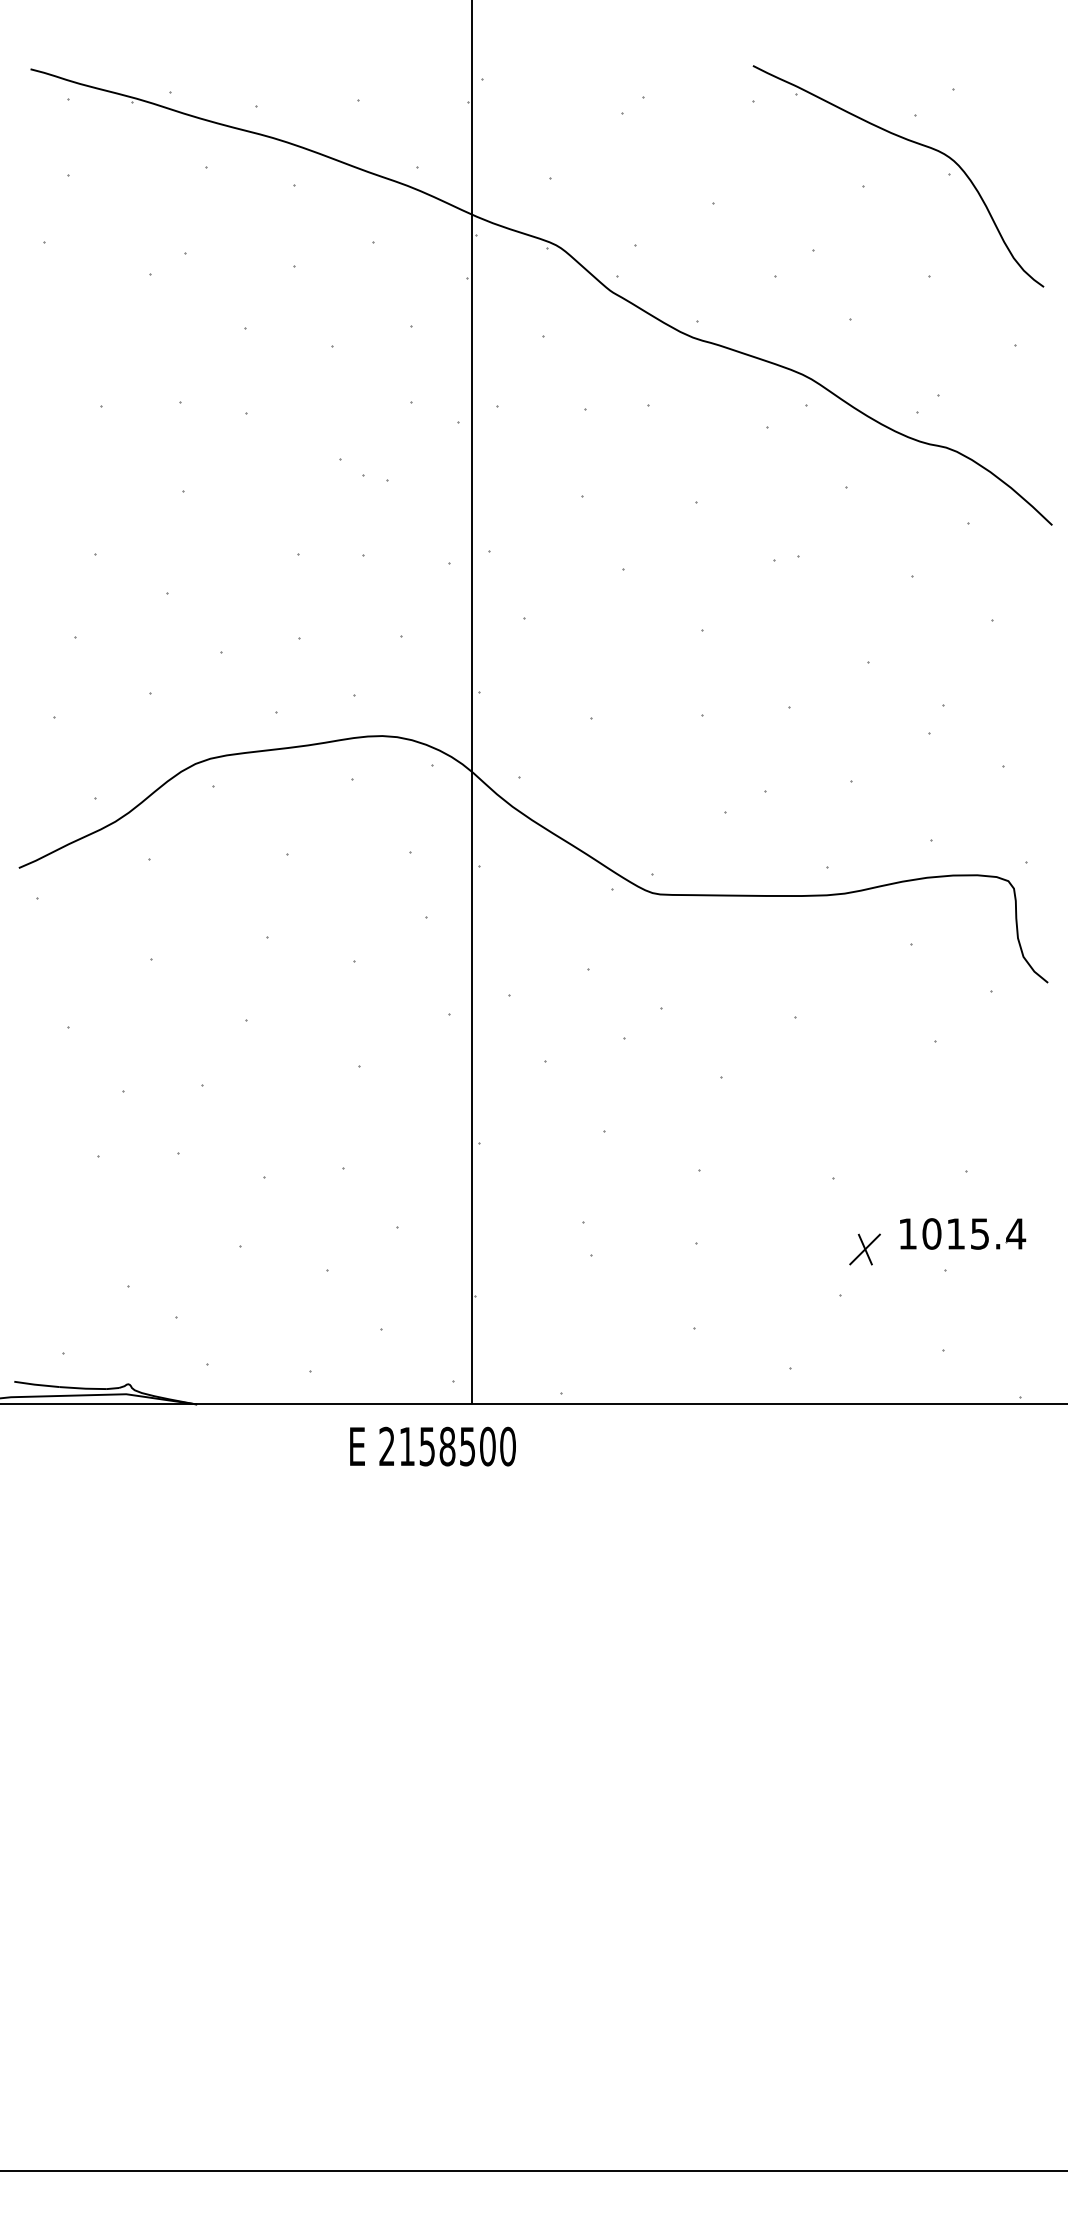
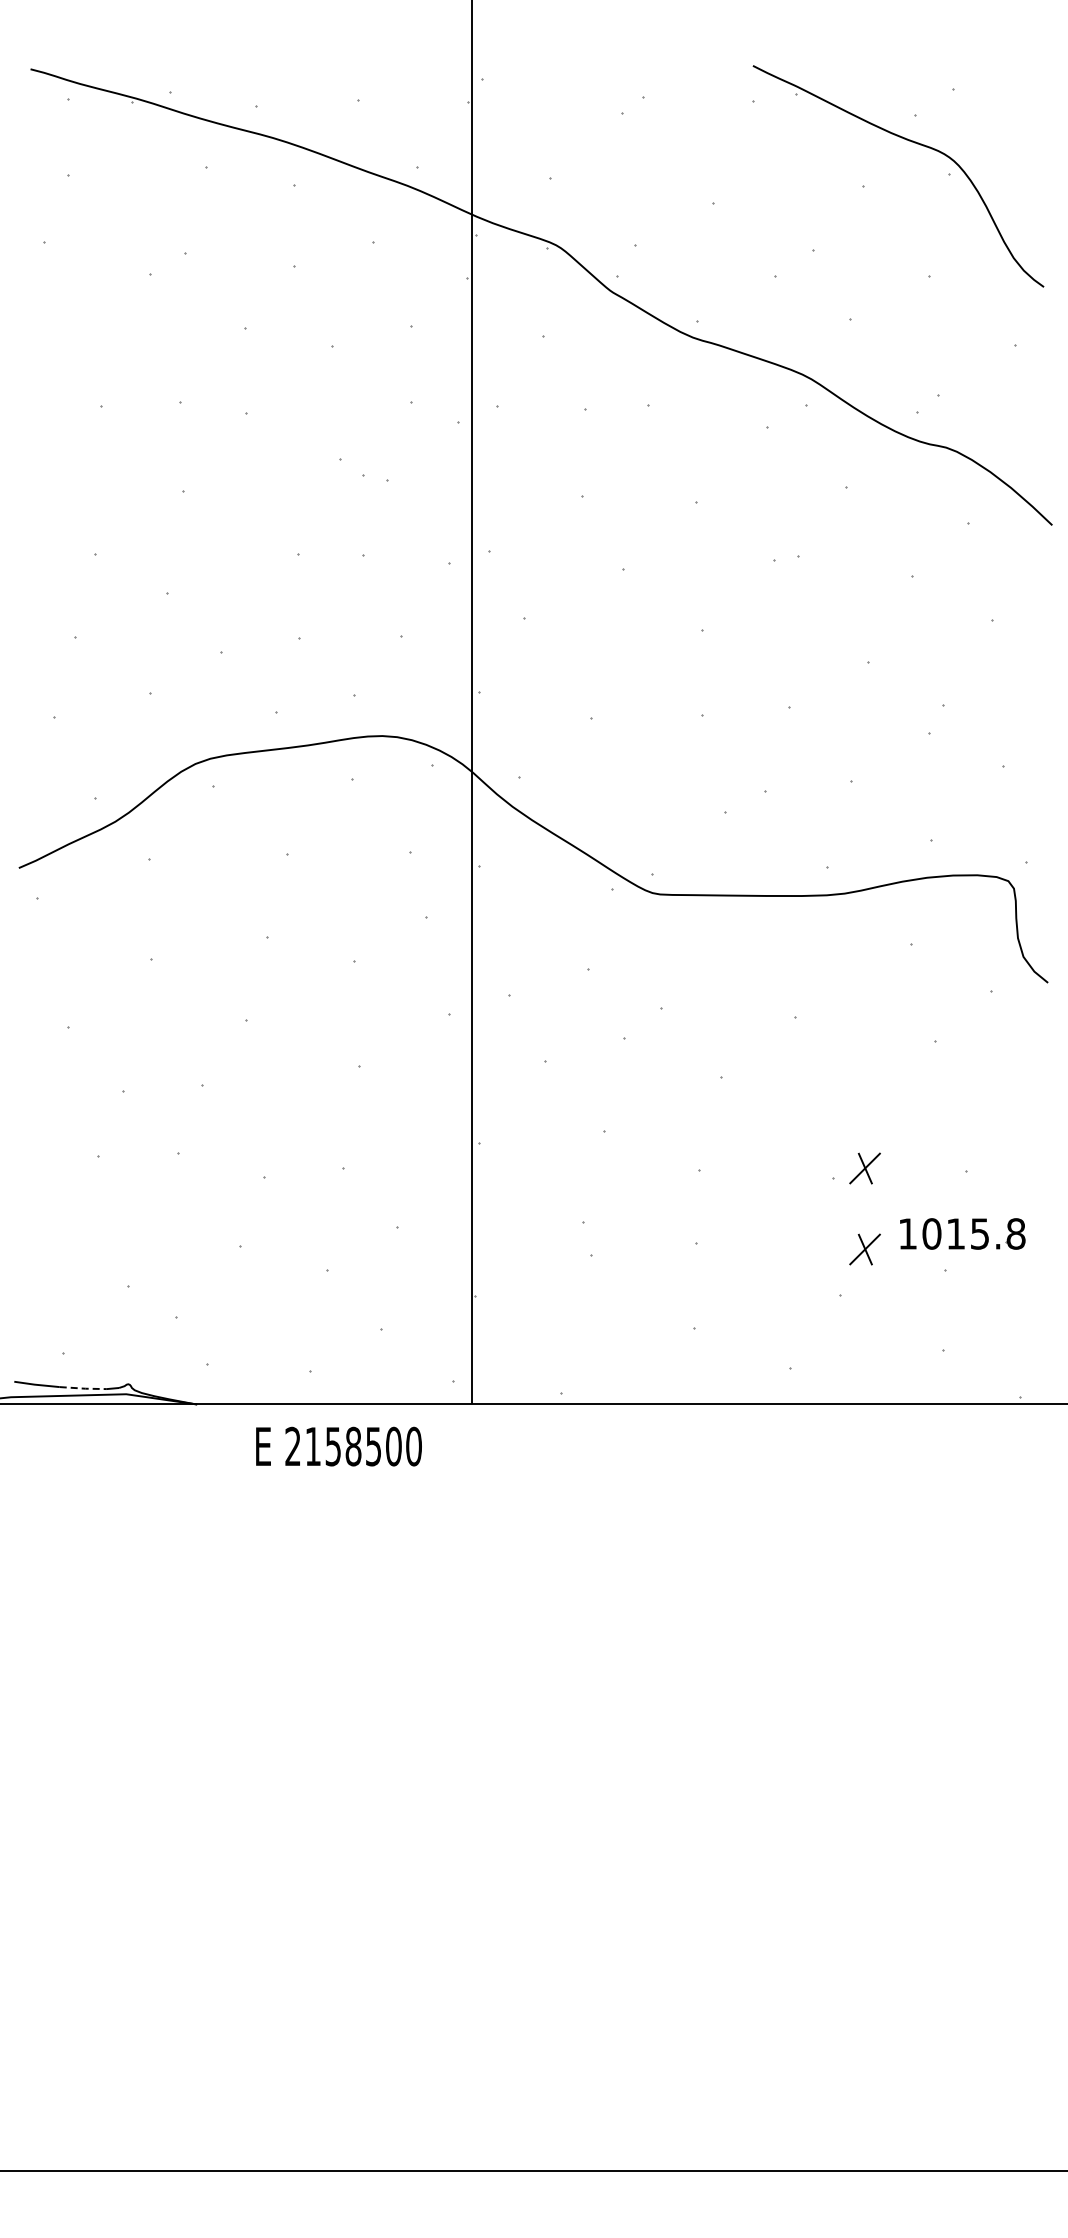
part at (864, 1168): none -> present
text at (1016, 1233): 1015.4 -> 1015.8
line at (84, 1388): solid -> dashed
text at (432, 1446) position: (432, 1446) -> (338, 1446)
